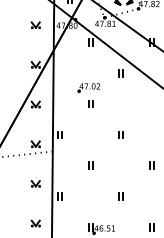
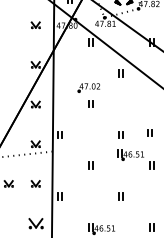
part at (149, 132): none -> present
part at (130, 154): none -> present
part at (8, 183): none -> present
part at (35, 223) size: 11x9 px -> 16x12 px
